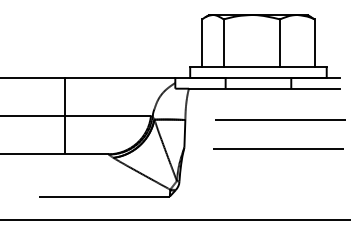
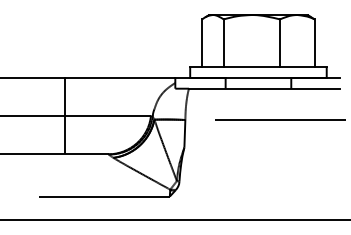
line at (278, 148): present -> none
